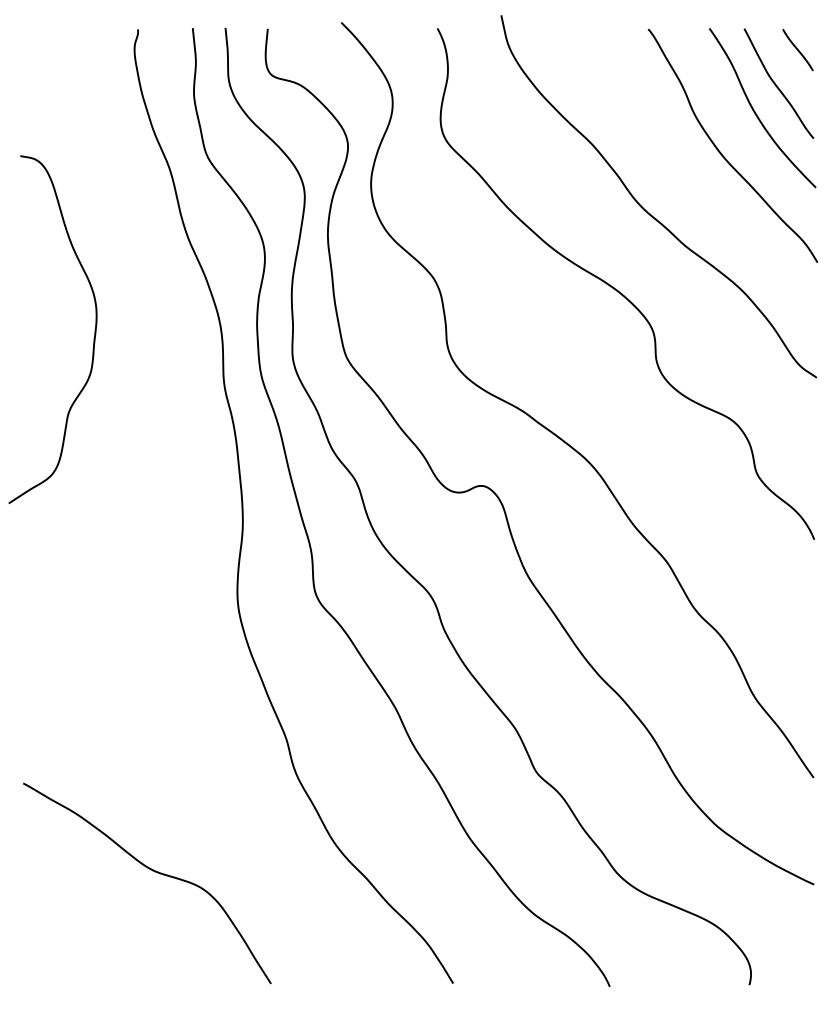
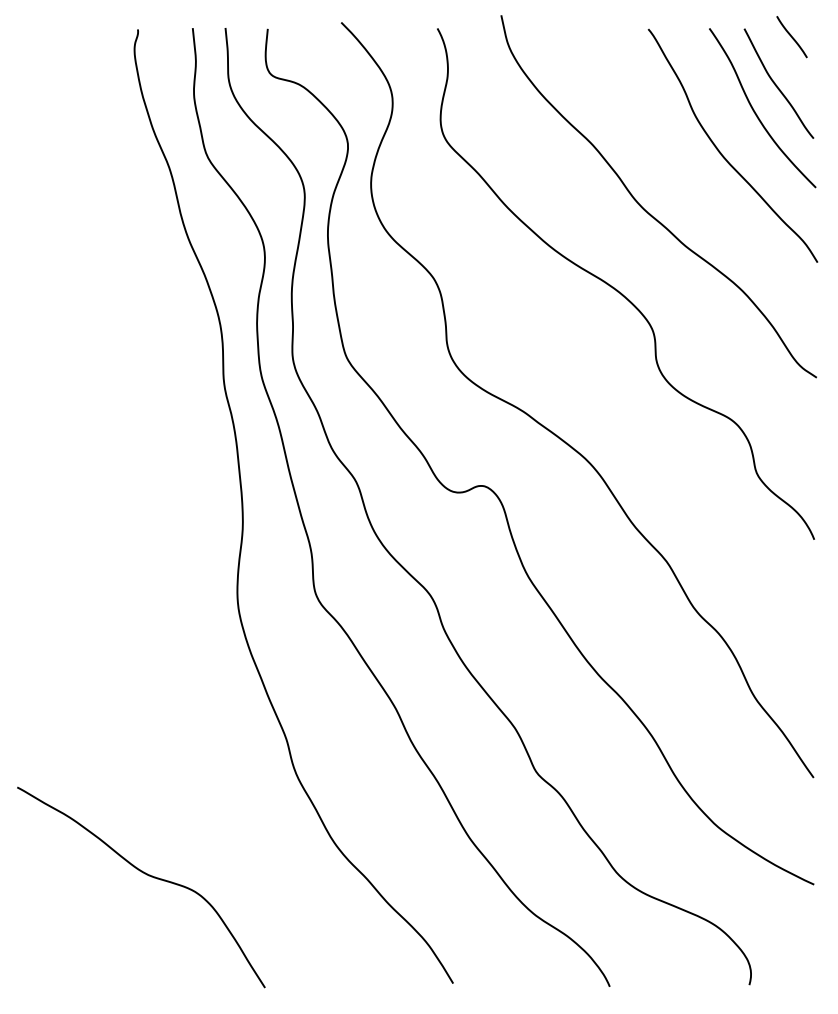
line at (797, 50) position: (797, 50) -> (791, 37)
curve at (93, 338): present -> none
curve at (152, 871) position: (152, 871) -> (146, 875)
